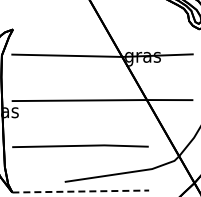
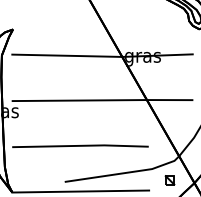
part at (169, 180): none -> present
line at (81, 191): dashed -> solid
